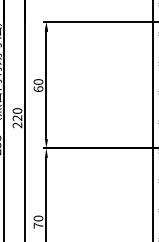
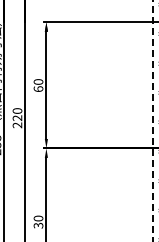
line at (153, 121): solid -> dashed
text at (38, 225): 70 -> 30
